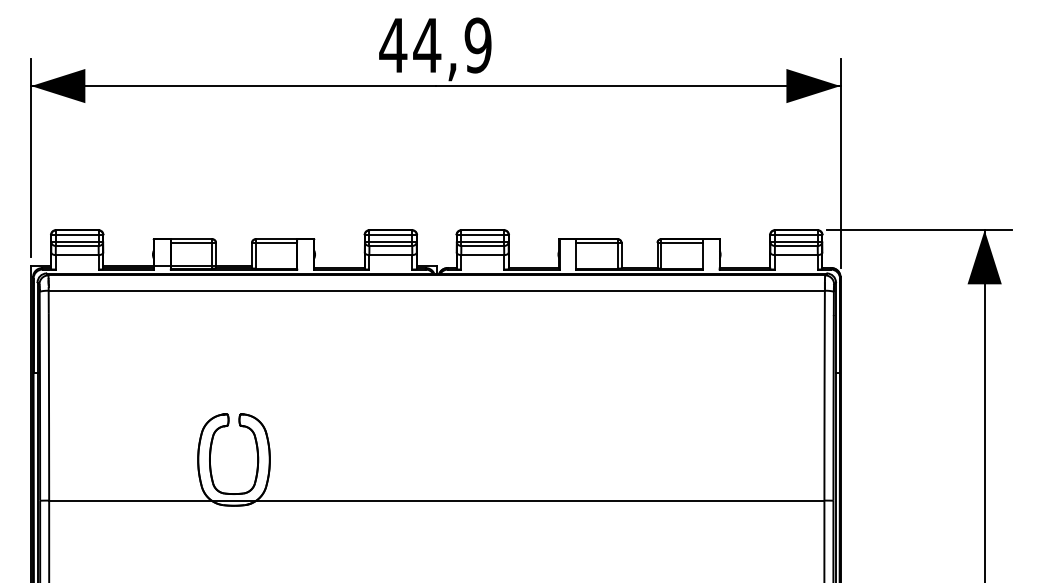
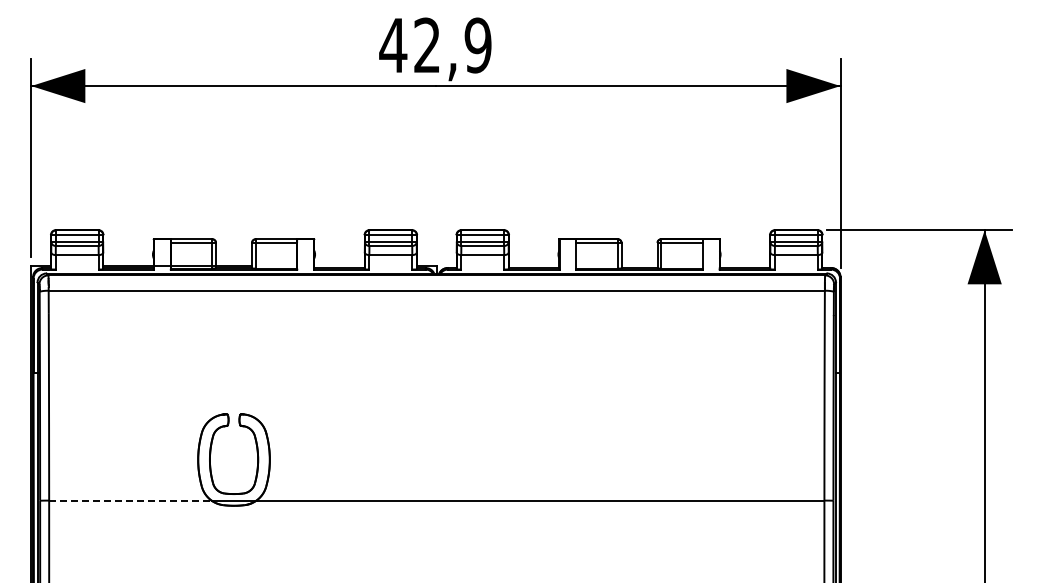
text at (427, 44): 44,9 -> 42,9
line at (130, 500): solid -> dashed
